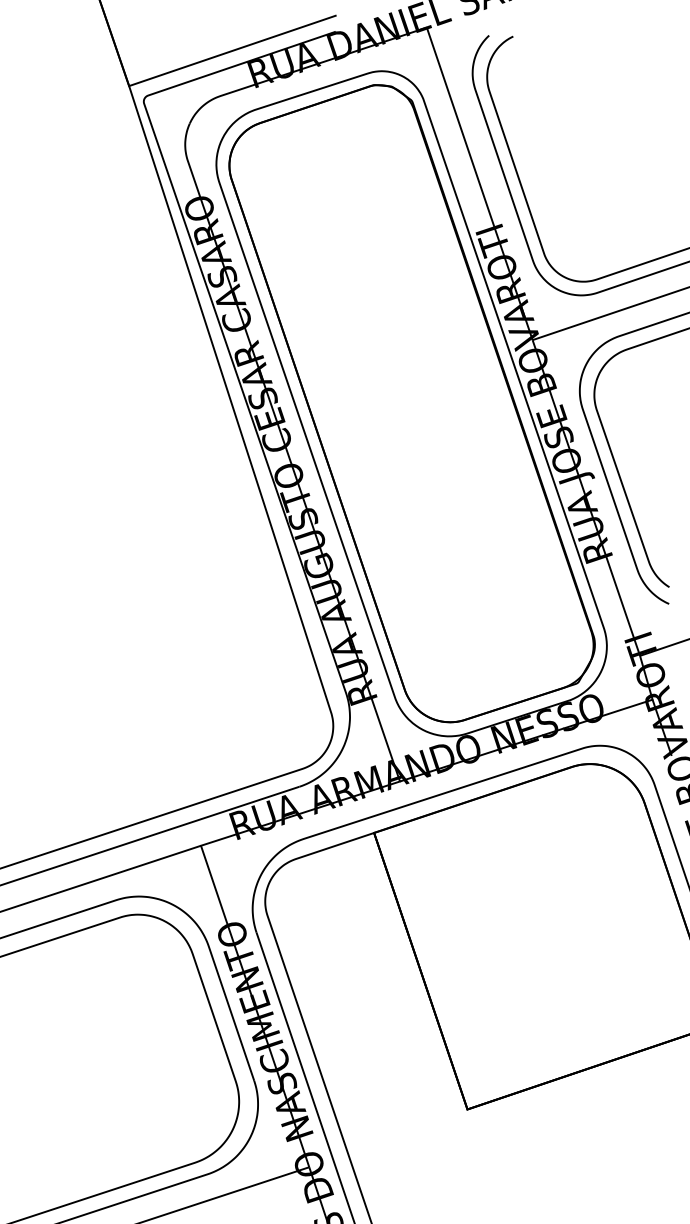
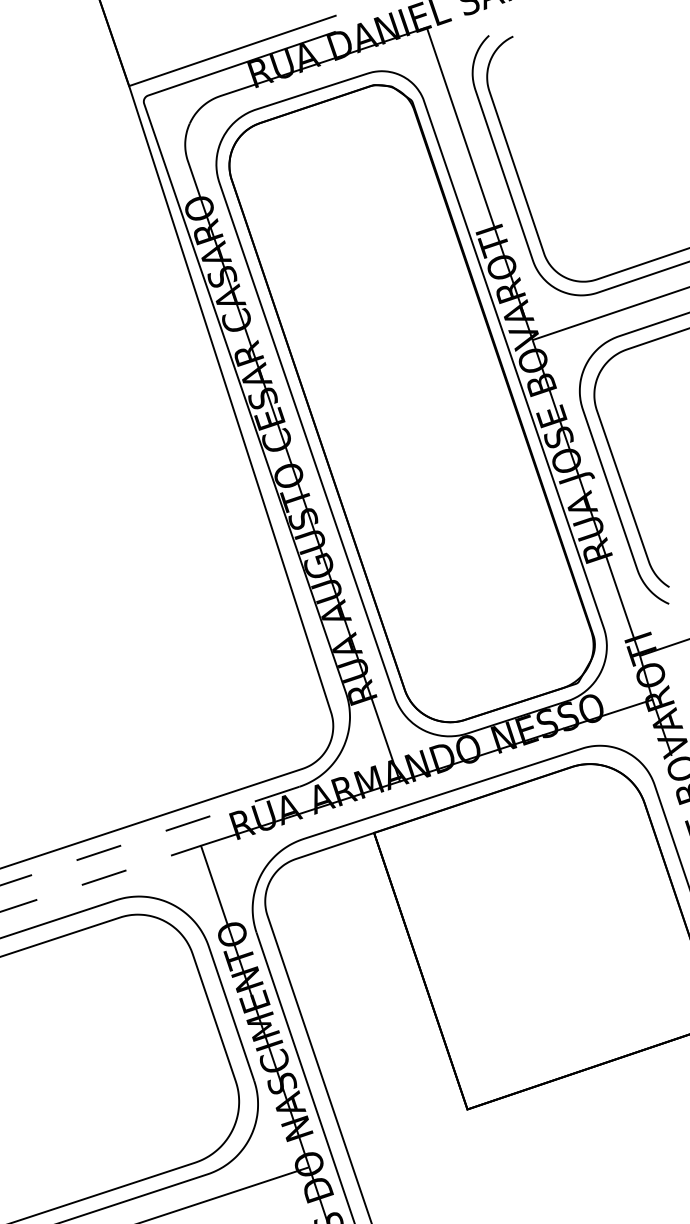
line at (149, 836): solid -> dashed
line at (101, 878): solid -> dashed
